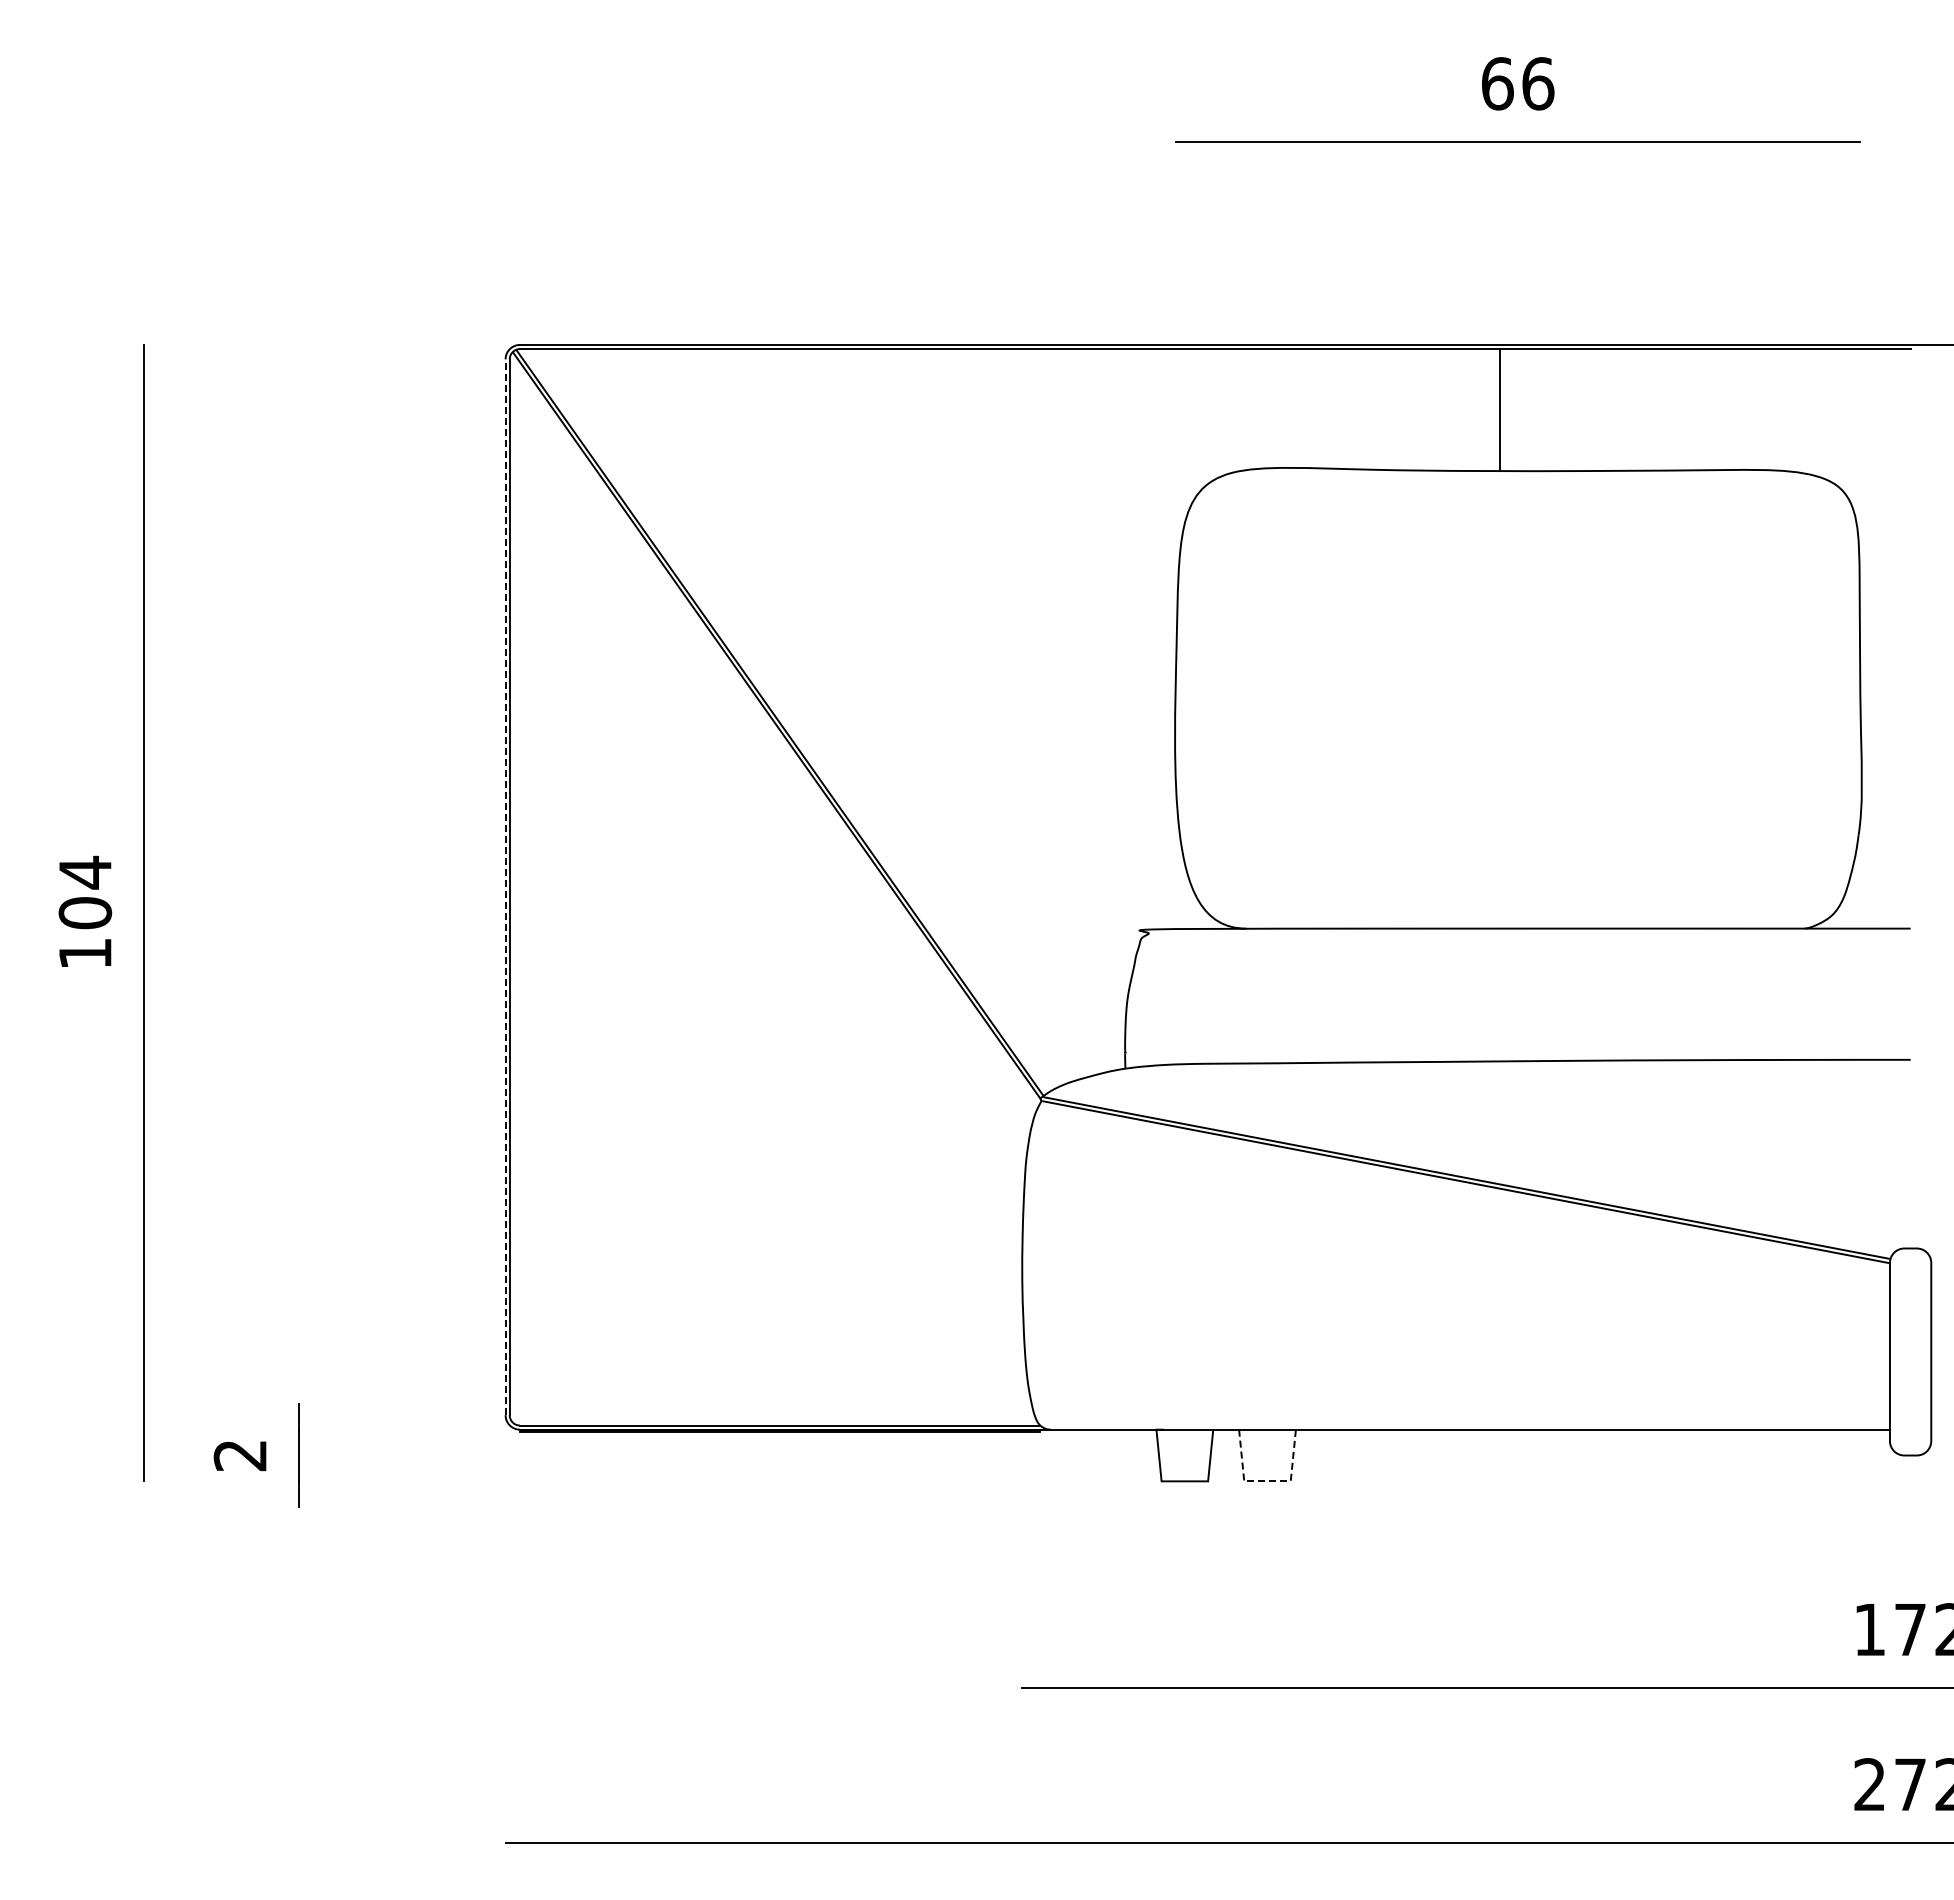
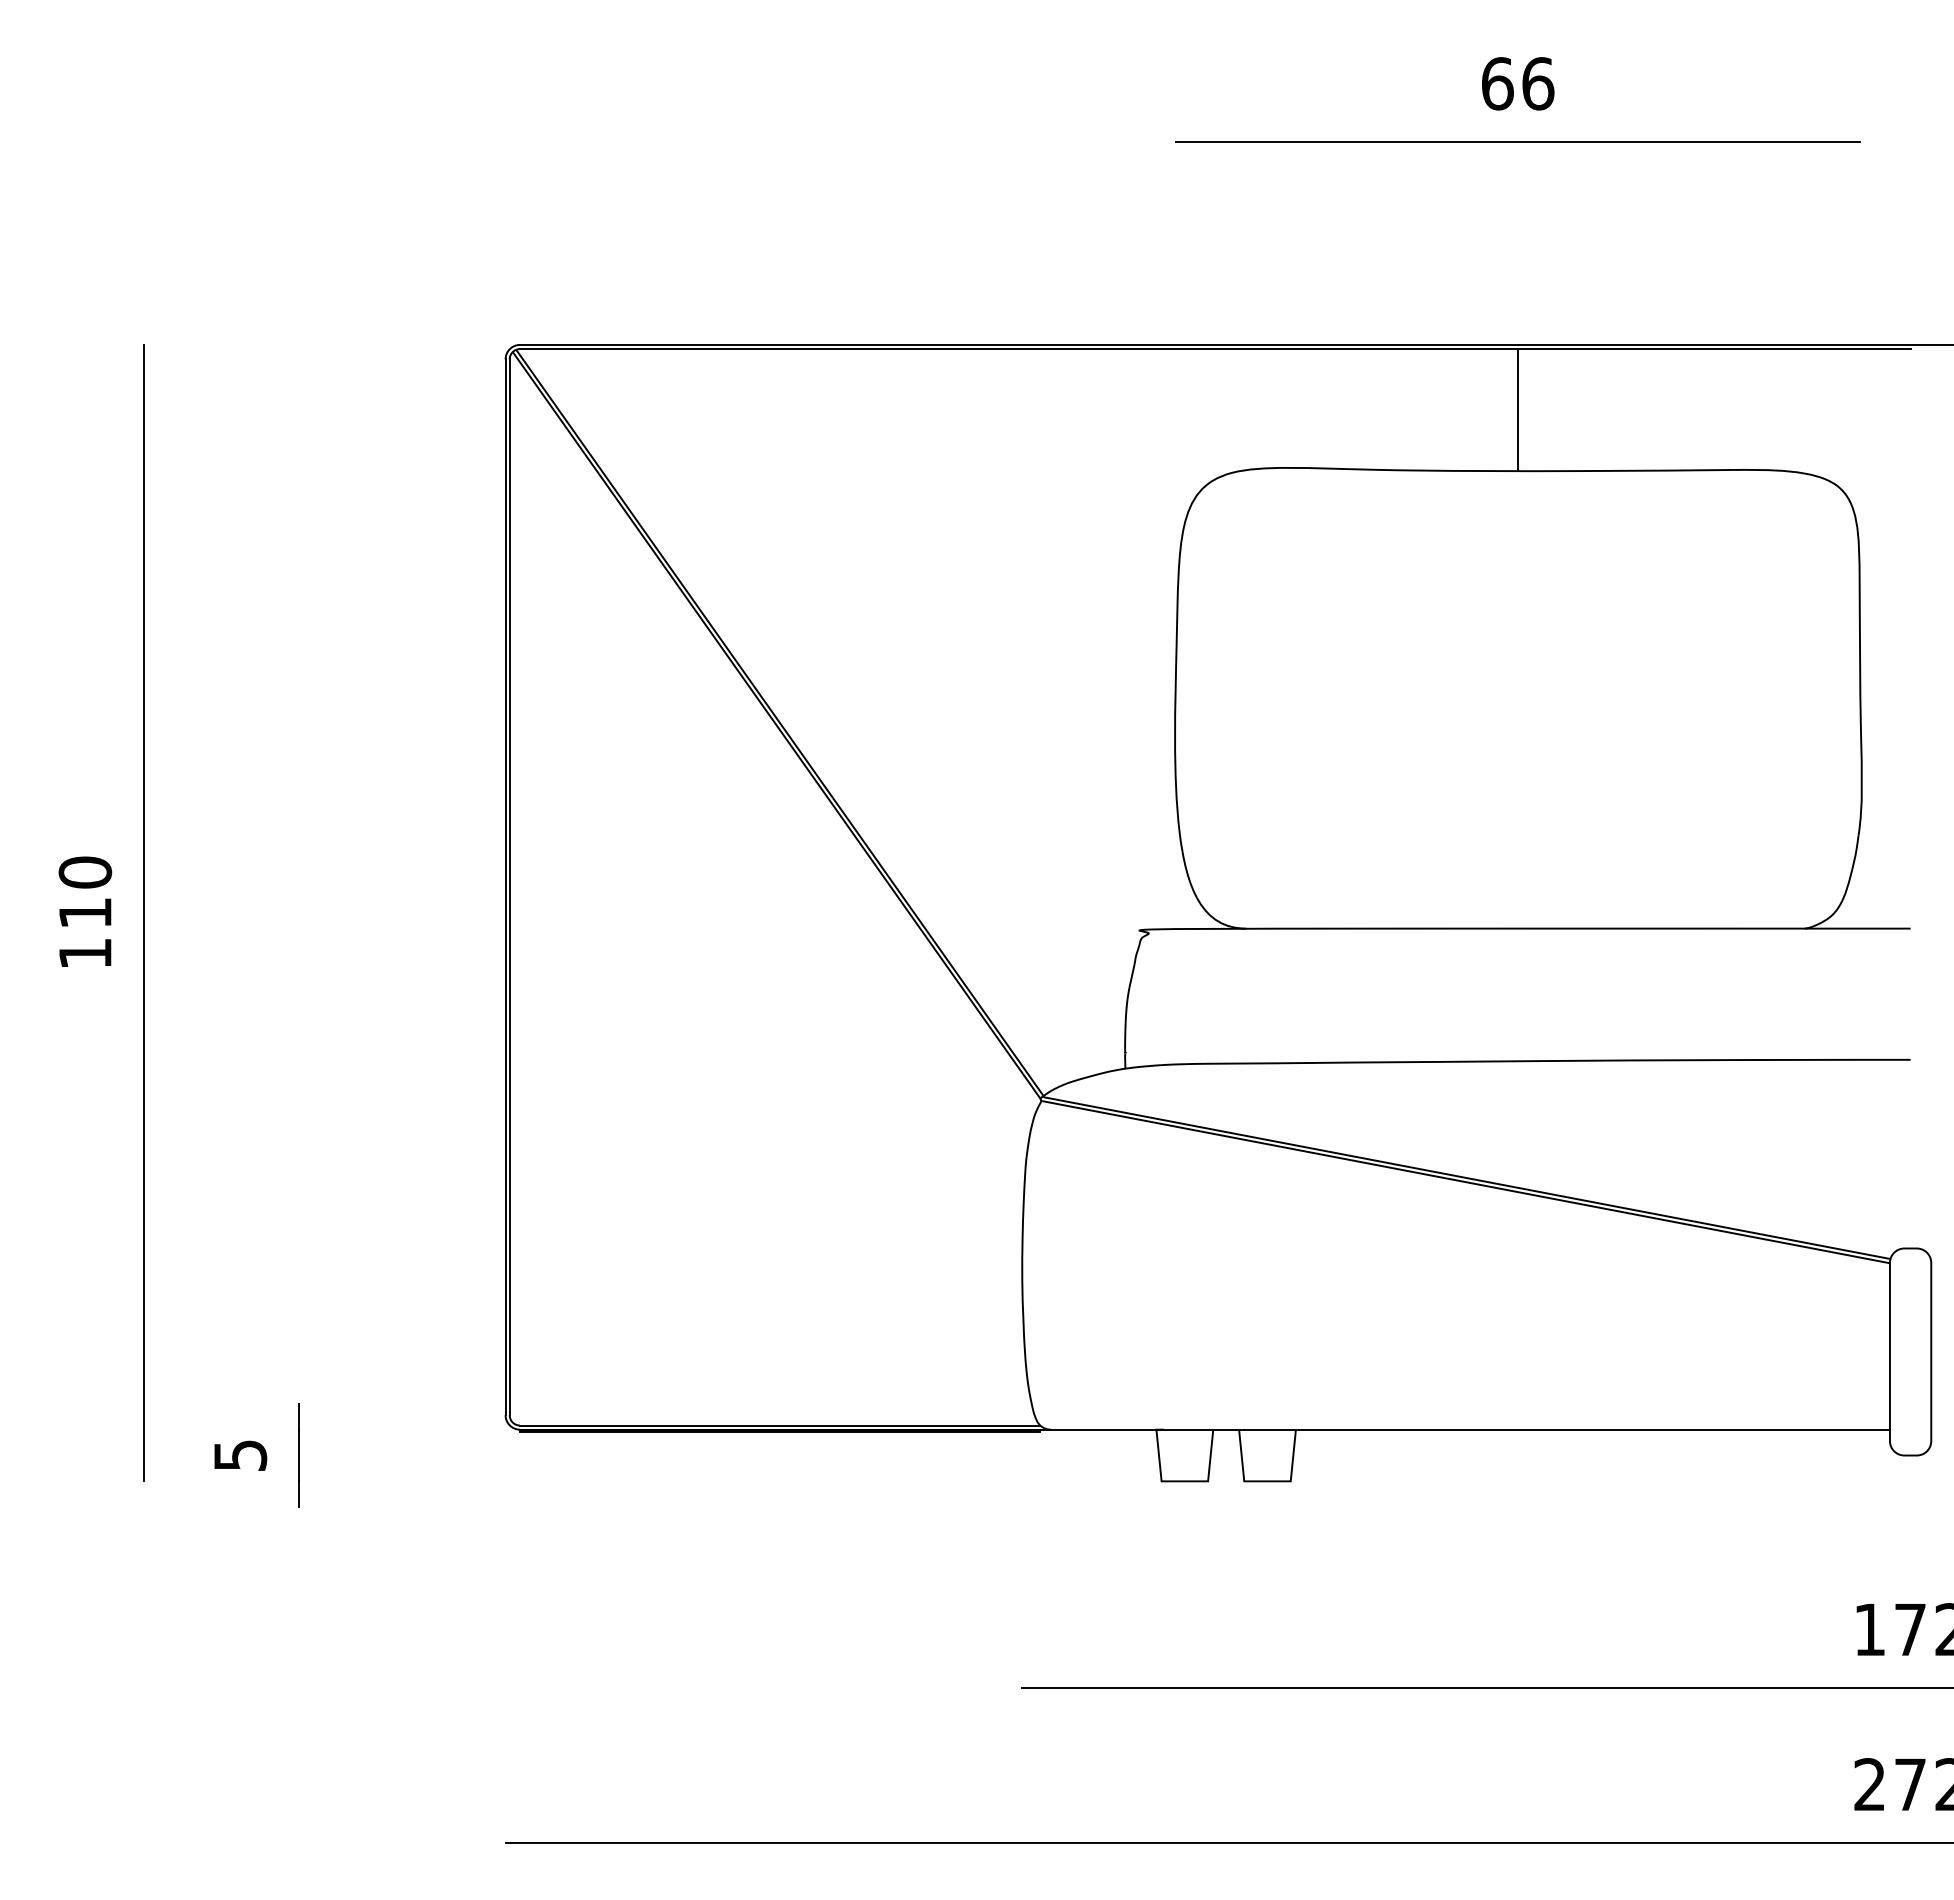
line at (1500, 410) position: (1500, 410) -> (1518, 410)
line at (505, 887): dashed -> solid
text at (85, 892): 104 -> 110
text at (240, 1455): 2 -> 5
line at (1267, 1481): dashed -> solid
